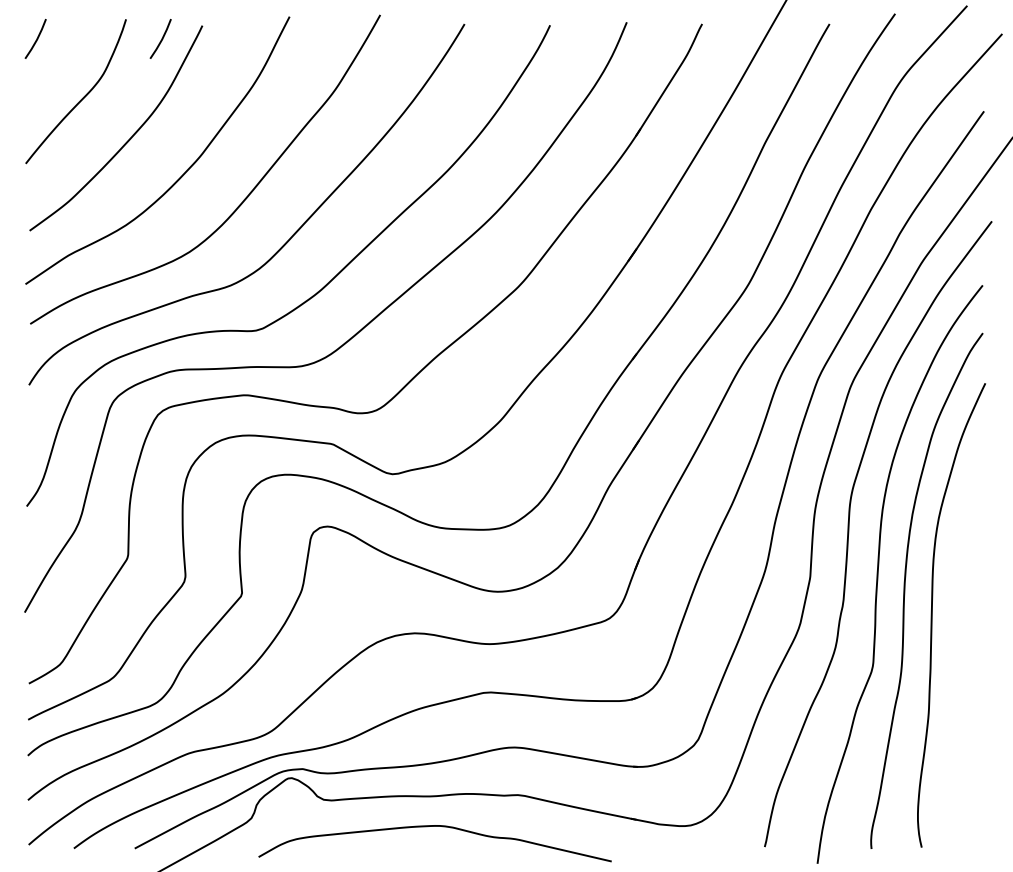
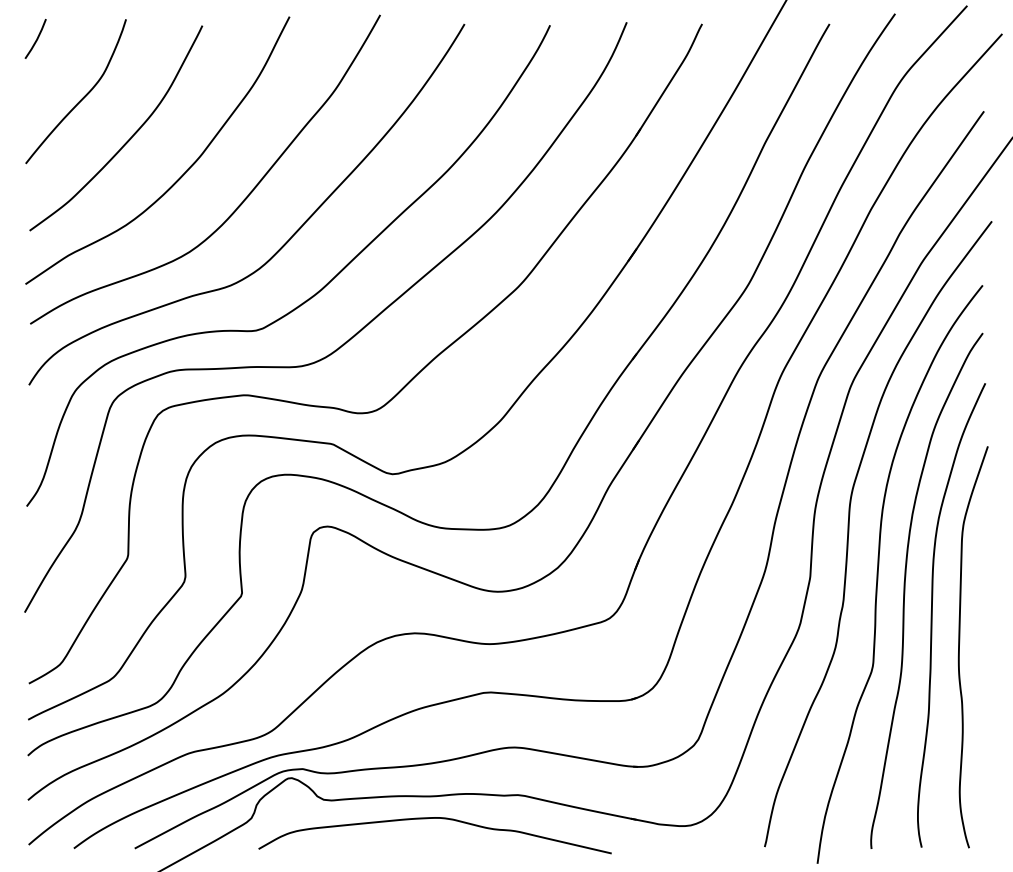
line at (161, 38): present -> none
curve at (960, 642): none -> present
curve at (434, 826) position: (434, 826) -> (434, 818)
